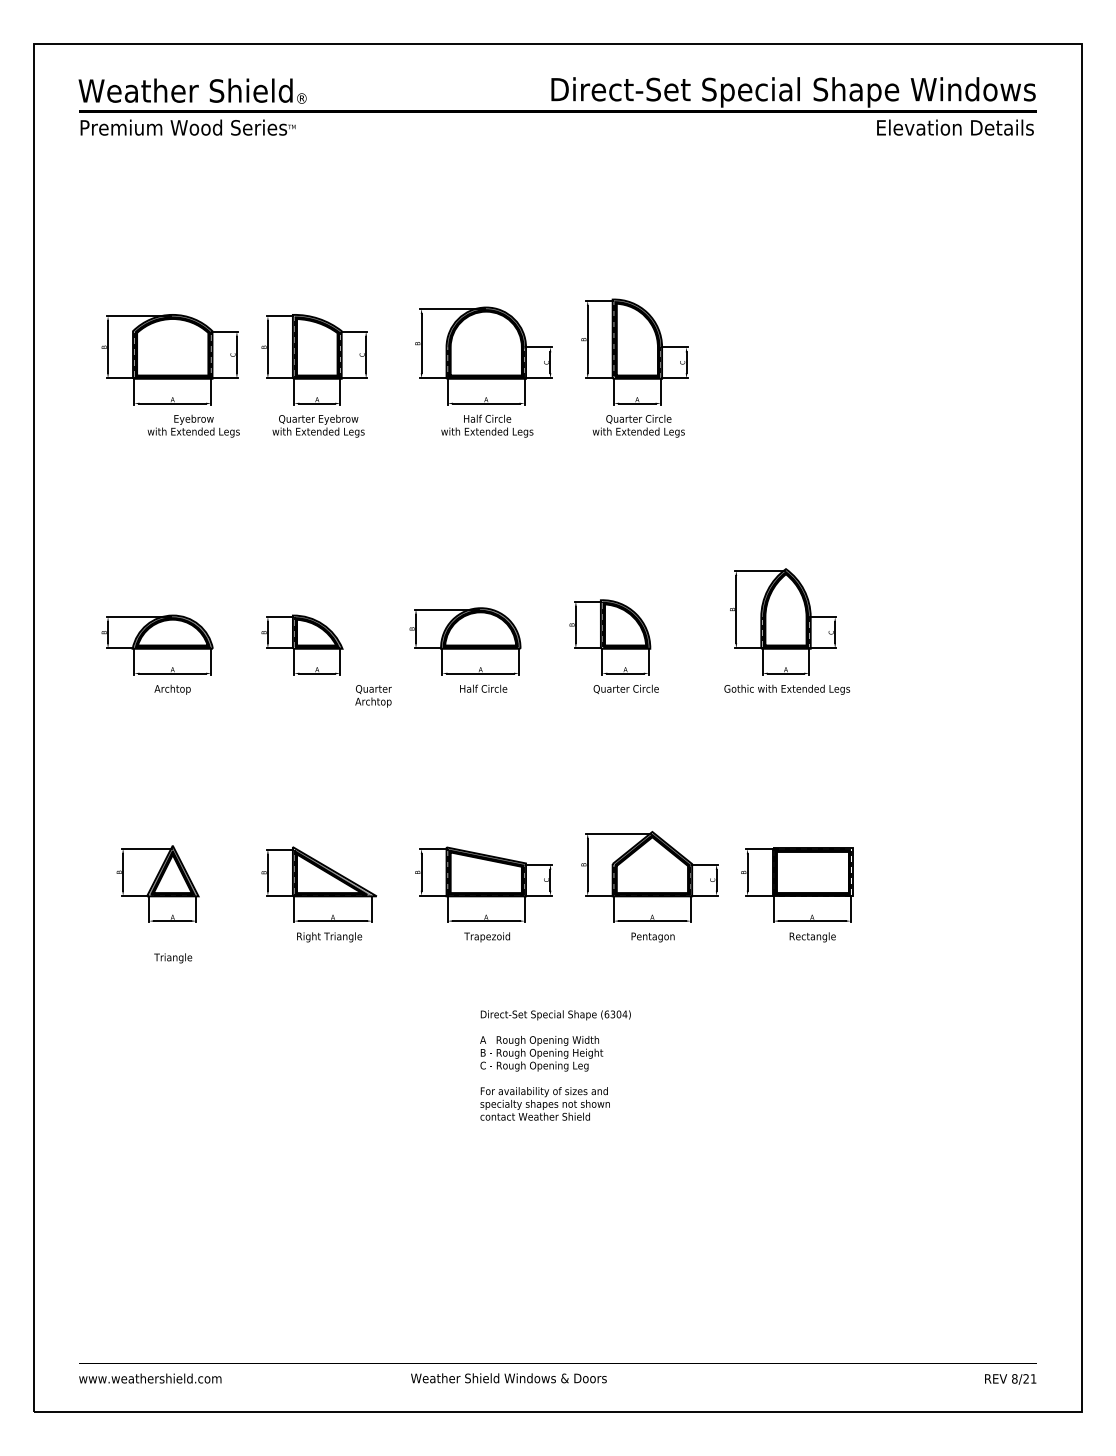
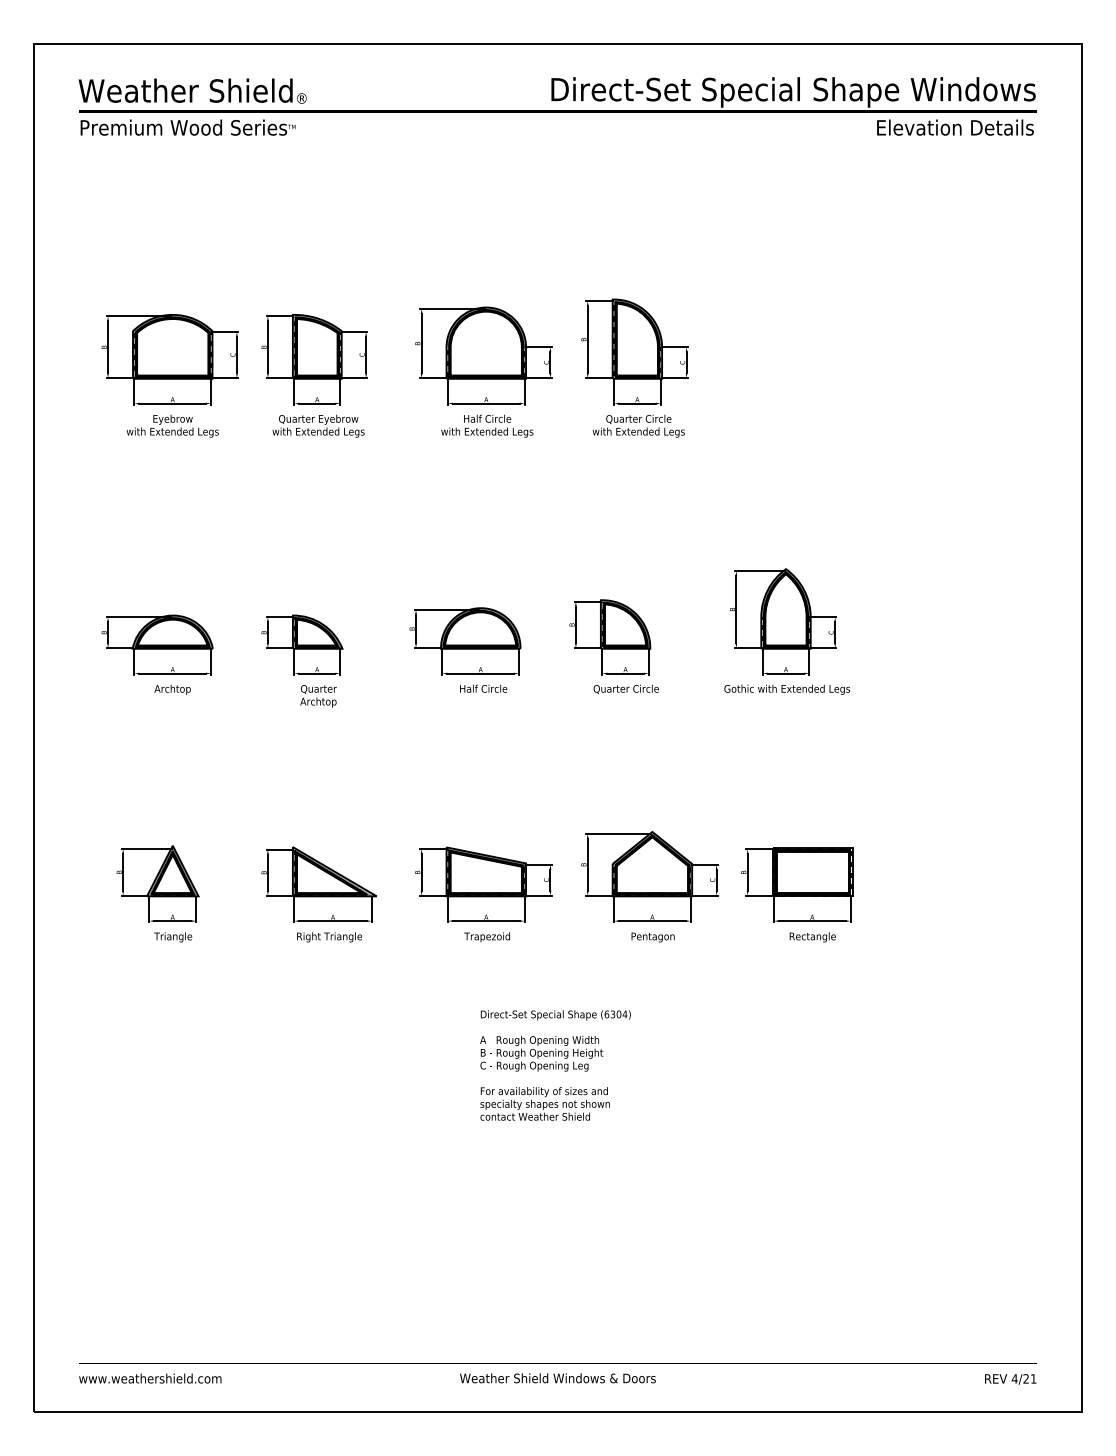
text at (193, 425) position: (193, 425) -> (172, 425)
text at (373, 696) position: (373, 696) -> (318, 696)
text at (173, 958) position: (173, 958) -> (173, 937)
text at (508, 1378) position: (508, 1378) -> (557, 1378)
text at (1014, 1378): 8/21 -> 4/21
